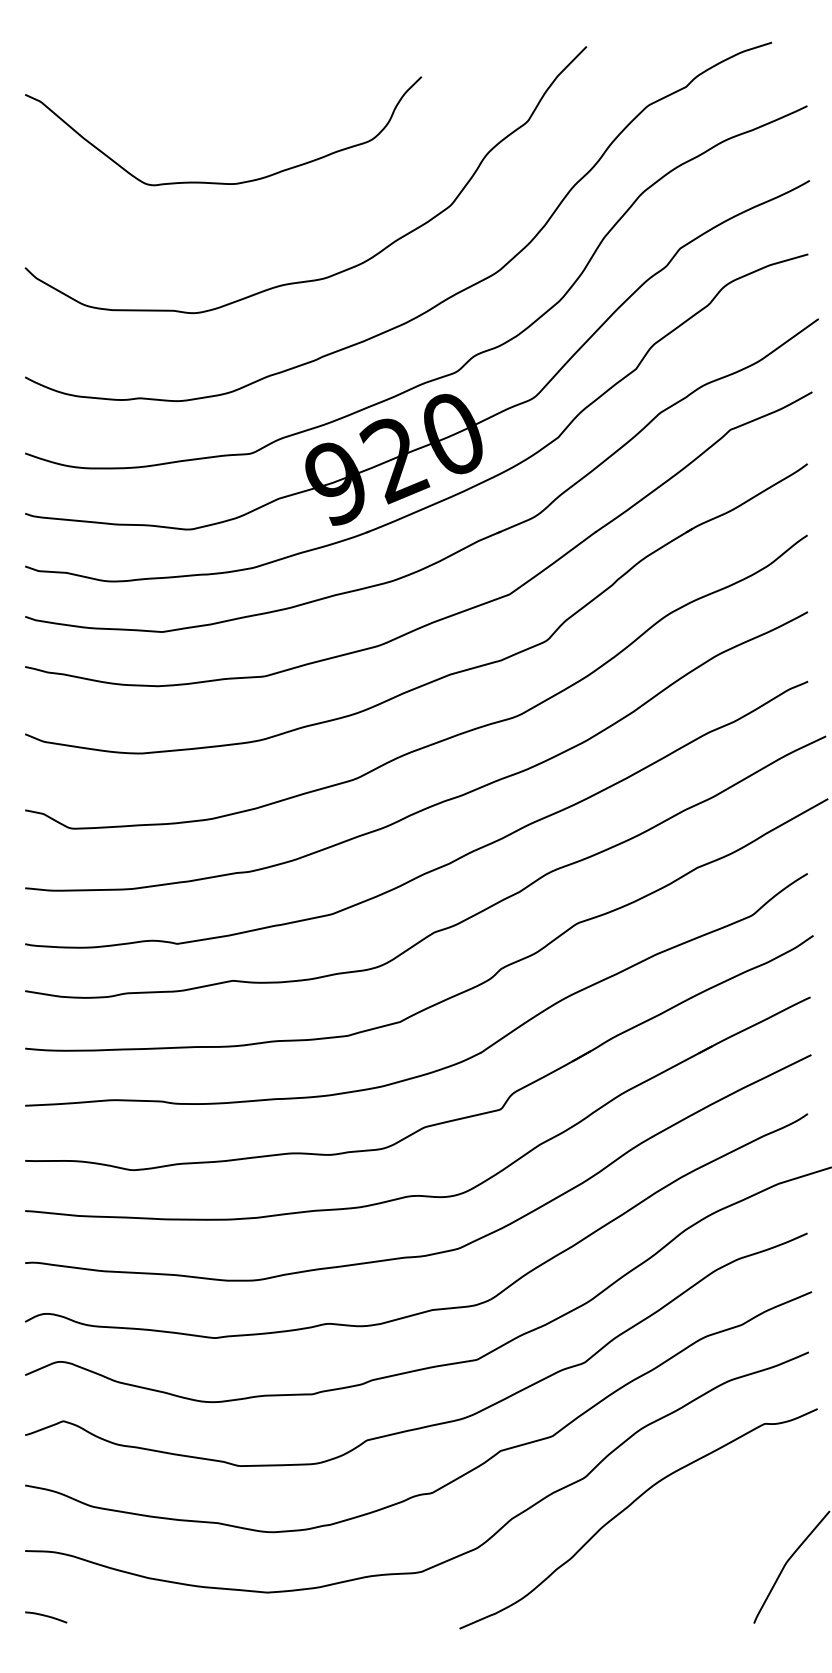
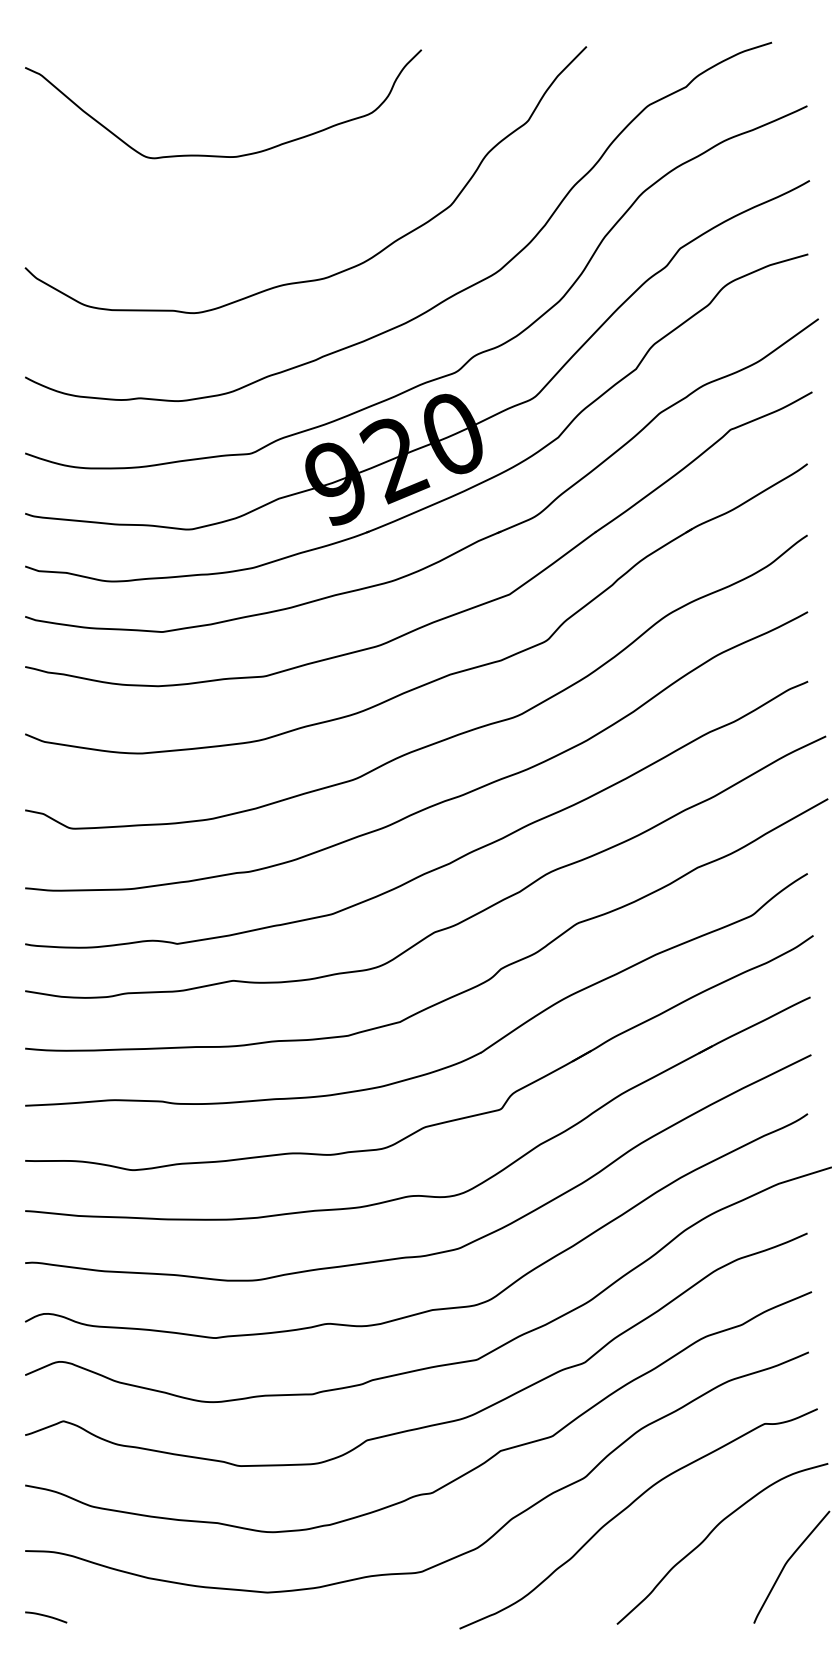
curve at (223, 182) position: (223, 182) -> (223, 155)
curve at (712, 1532): none -> present
